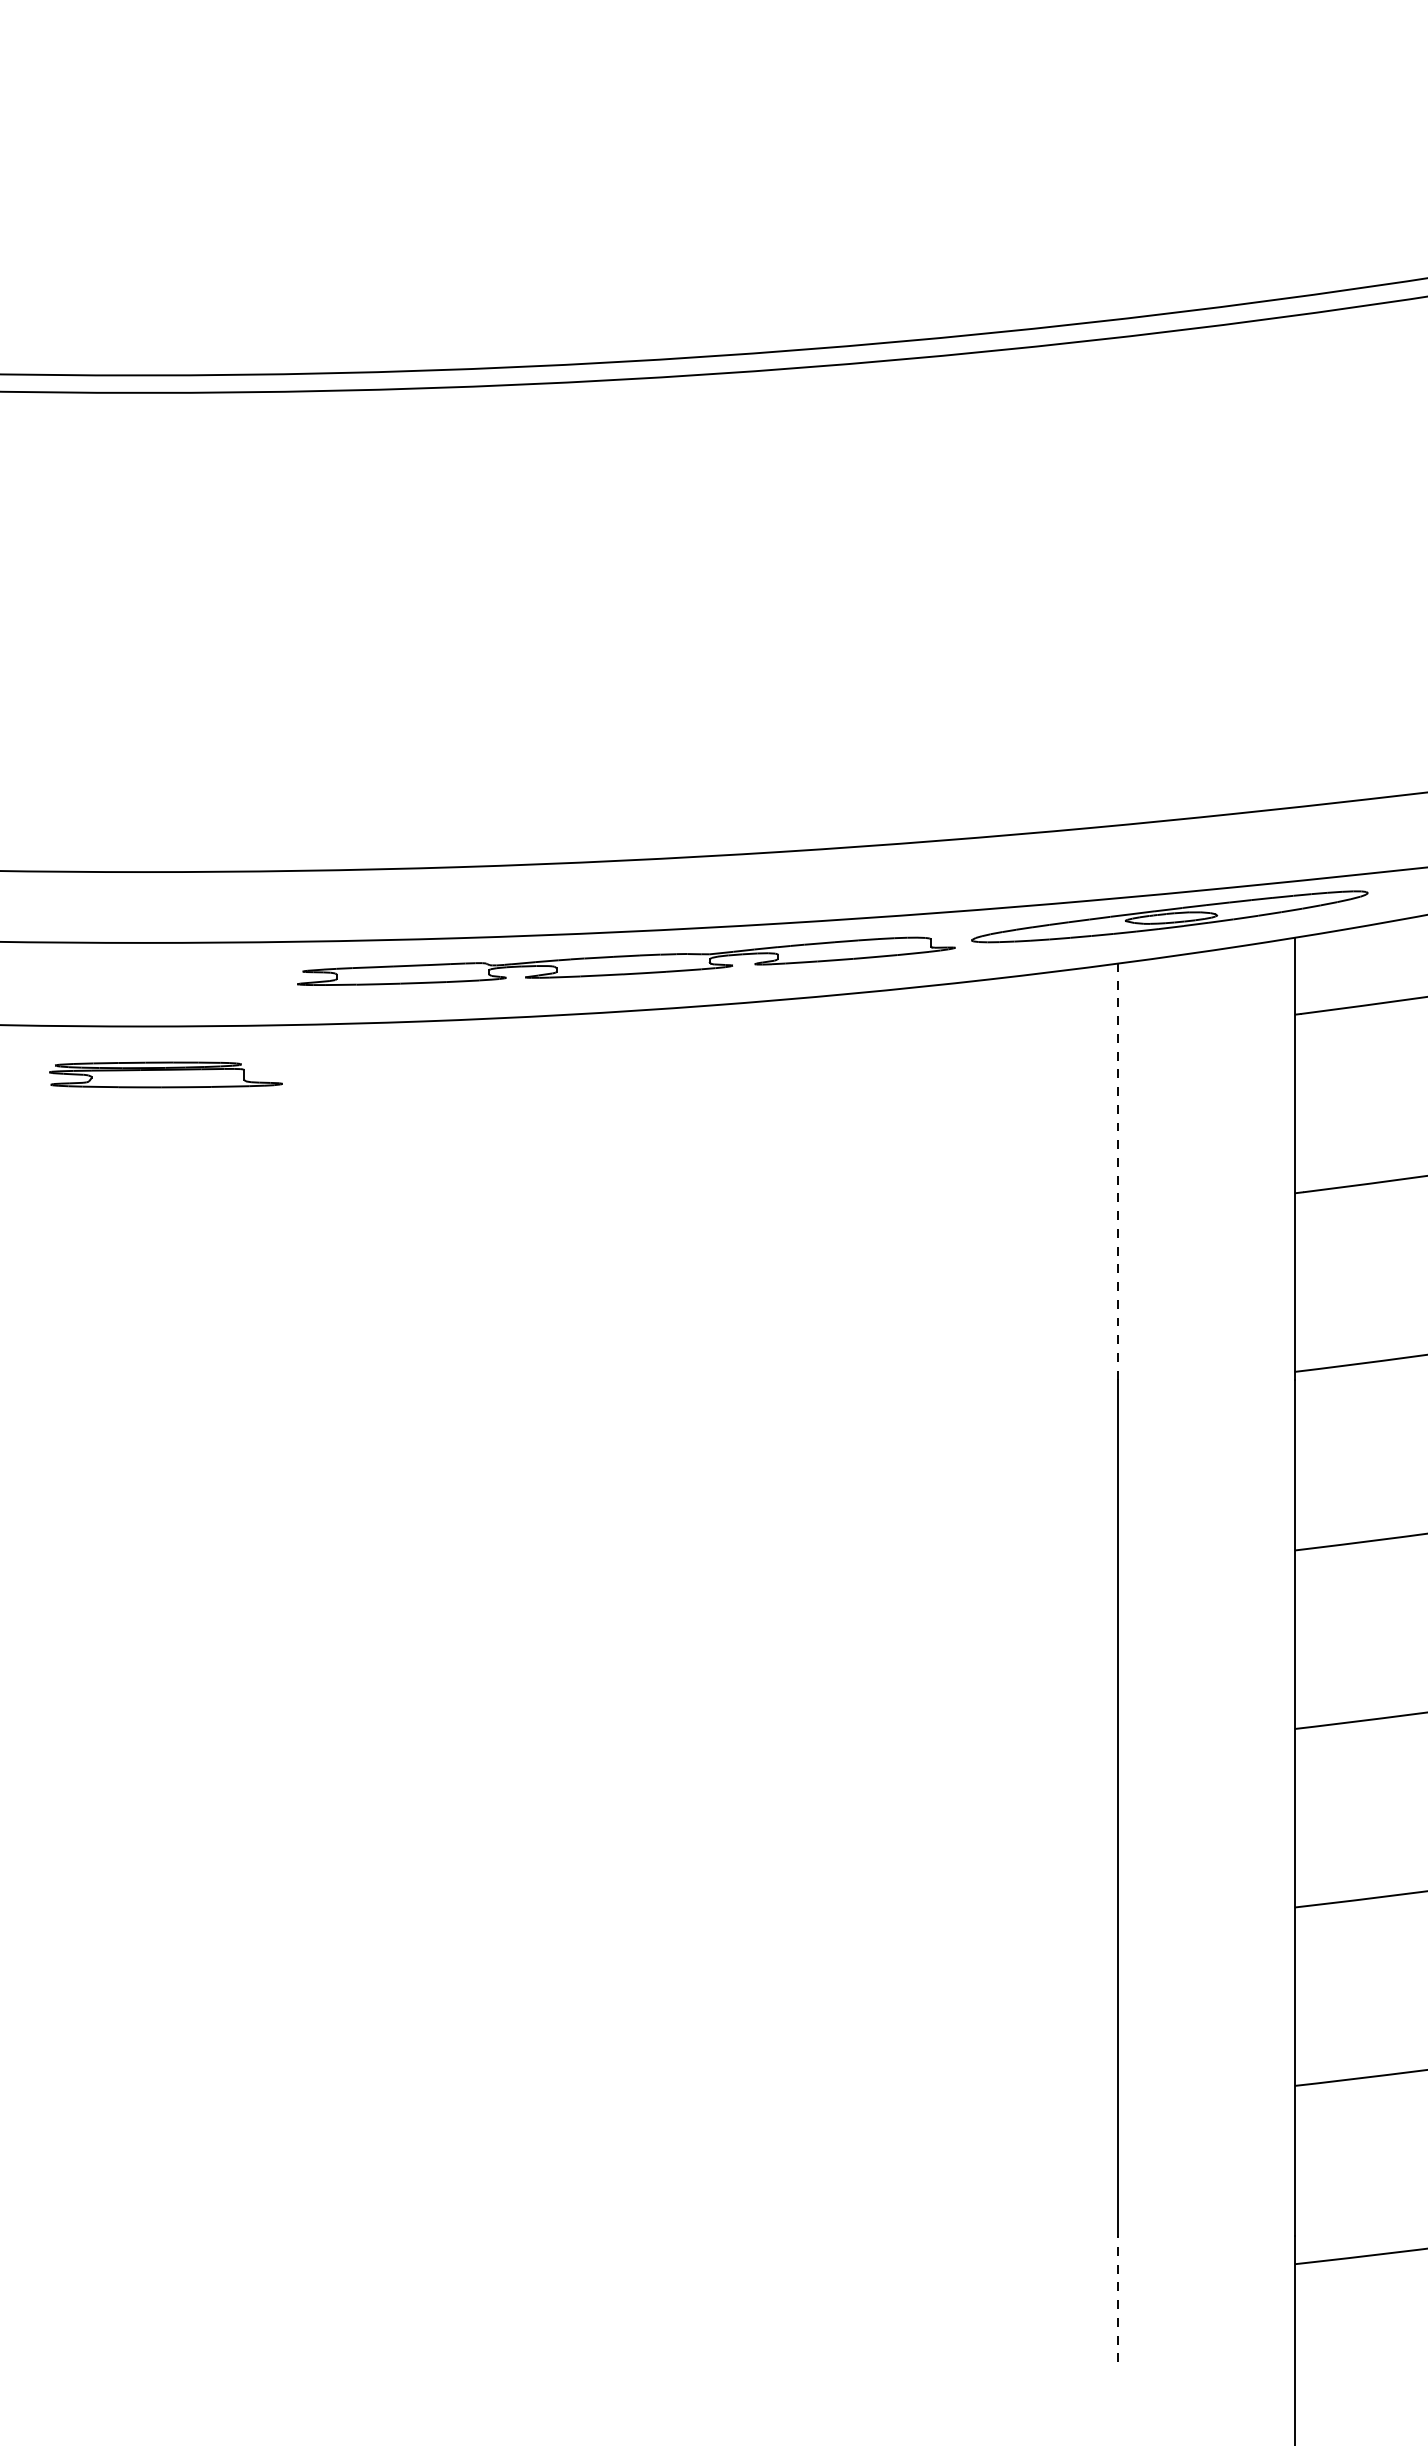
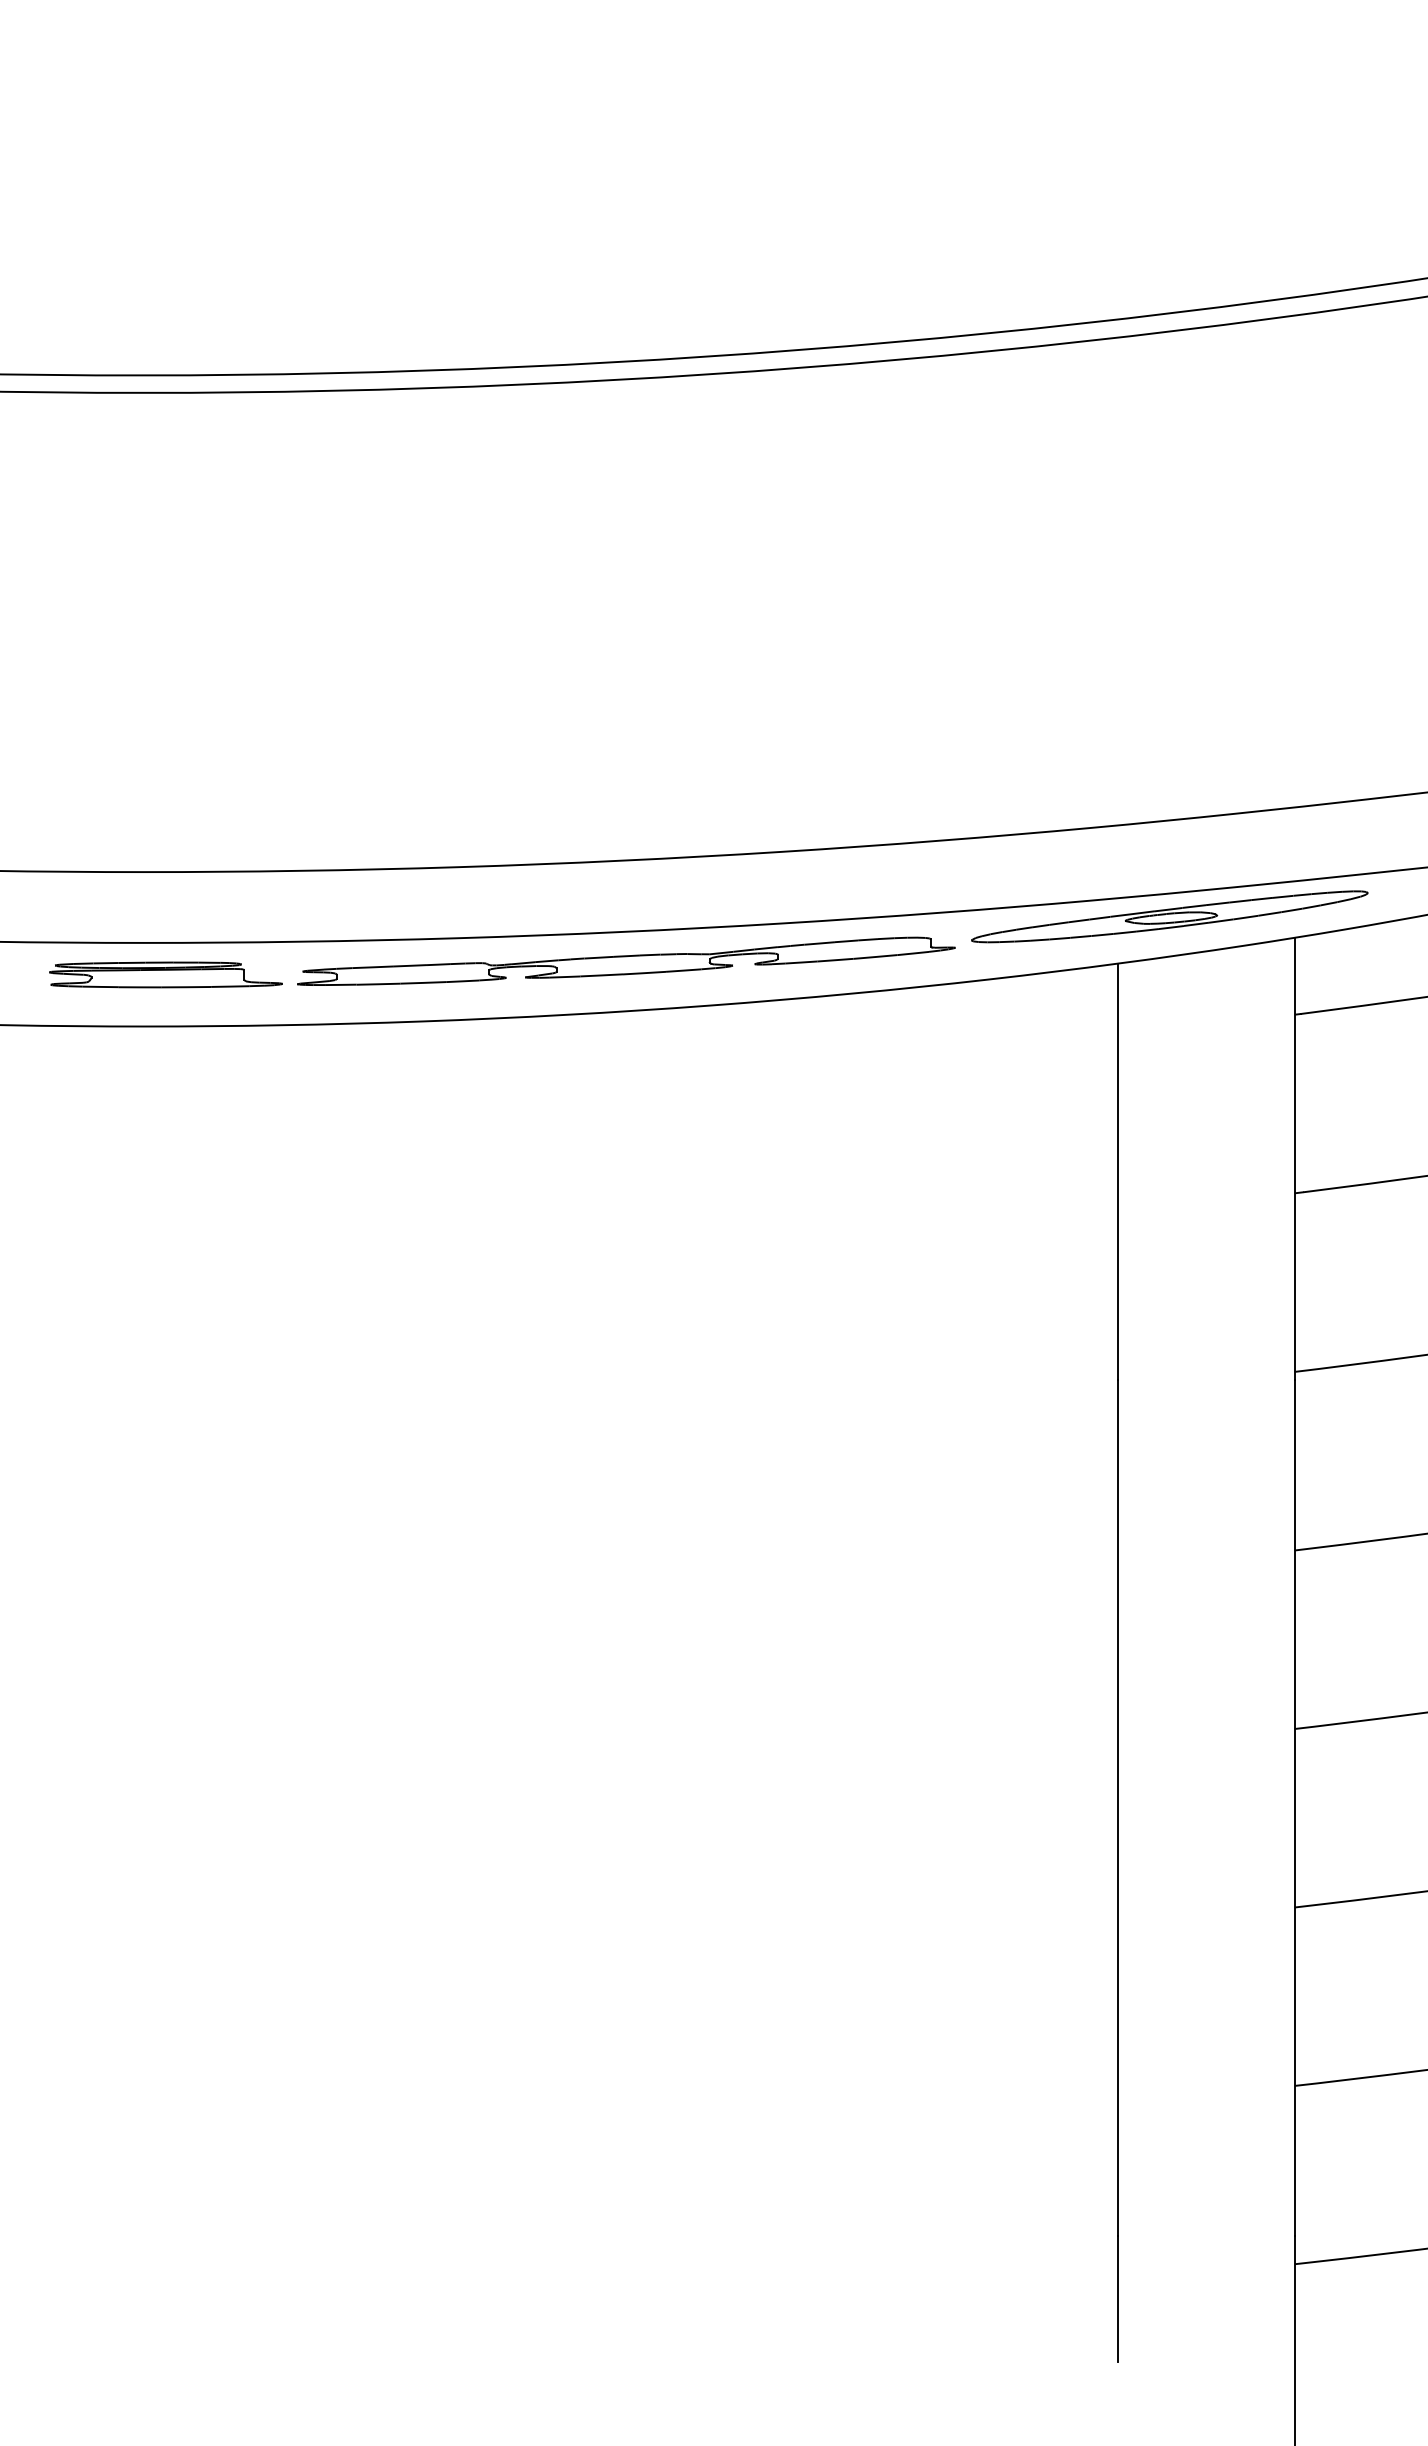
part at (165, 1074) position: (165, 1074) -> (165, 974)
line at (1117, 1171): dashed -> solid
line at (1117, 2298): dashed -> solid
